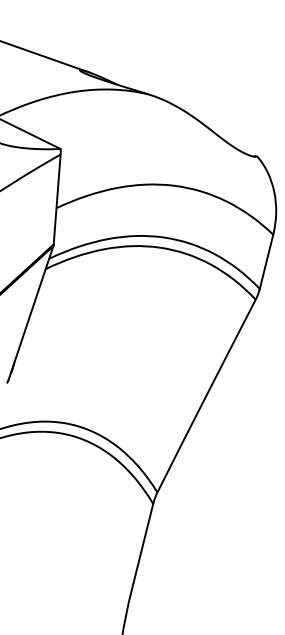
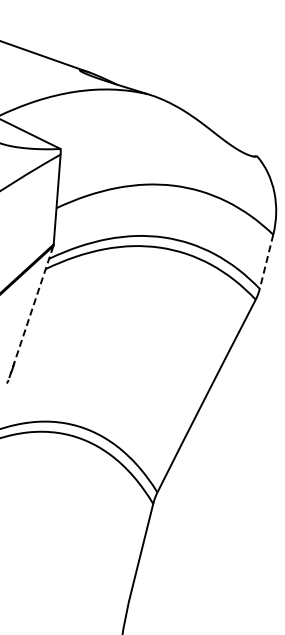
line at (266, 261): solid -> dashed
line at (31, 313): solid -> dashed
